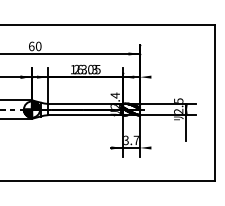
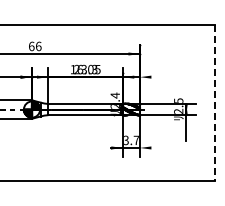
text at (38, 45): 60 -> 66
line at (214, 102): solid -> dashed
